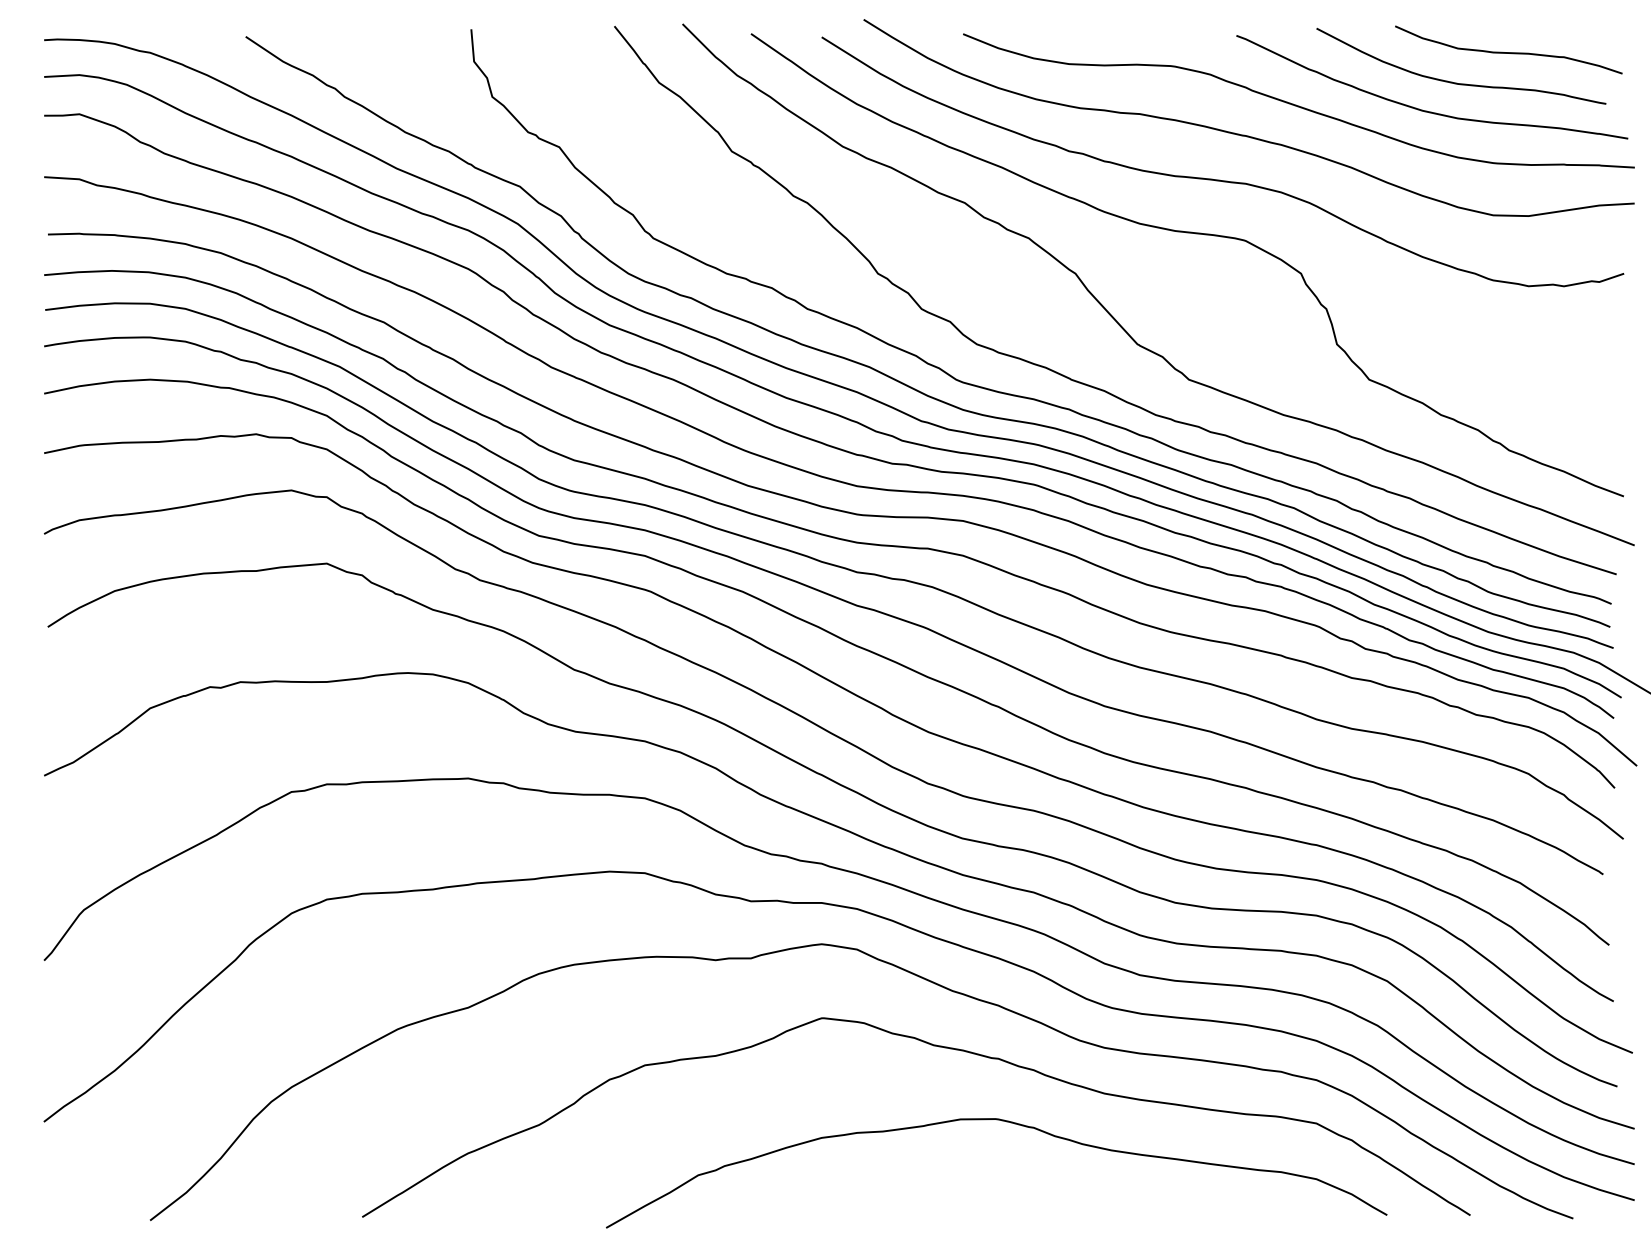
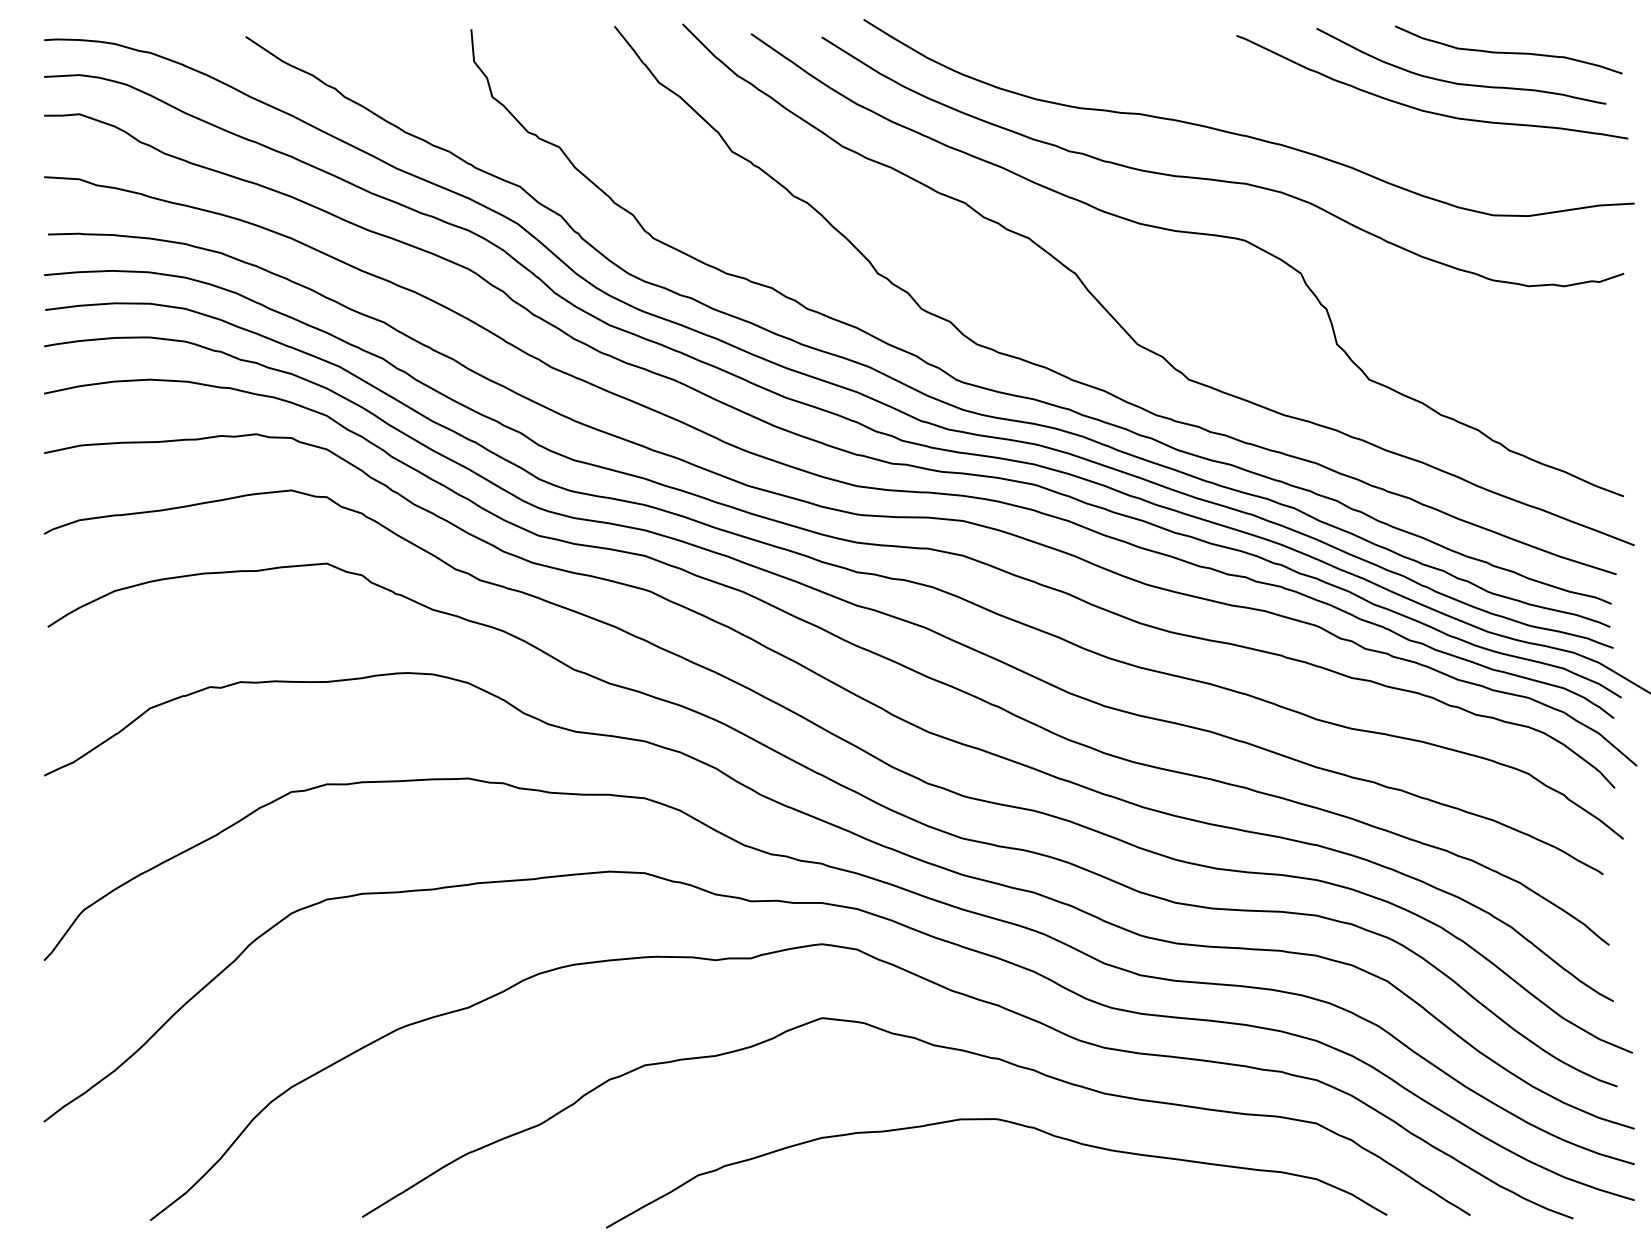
curve at (1296, 104): present -> none
